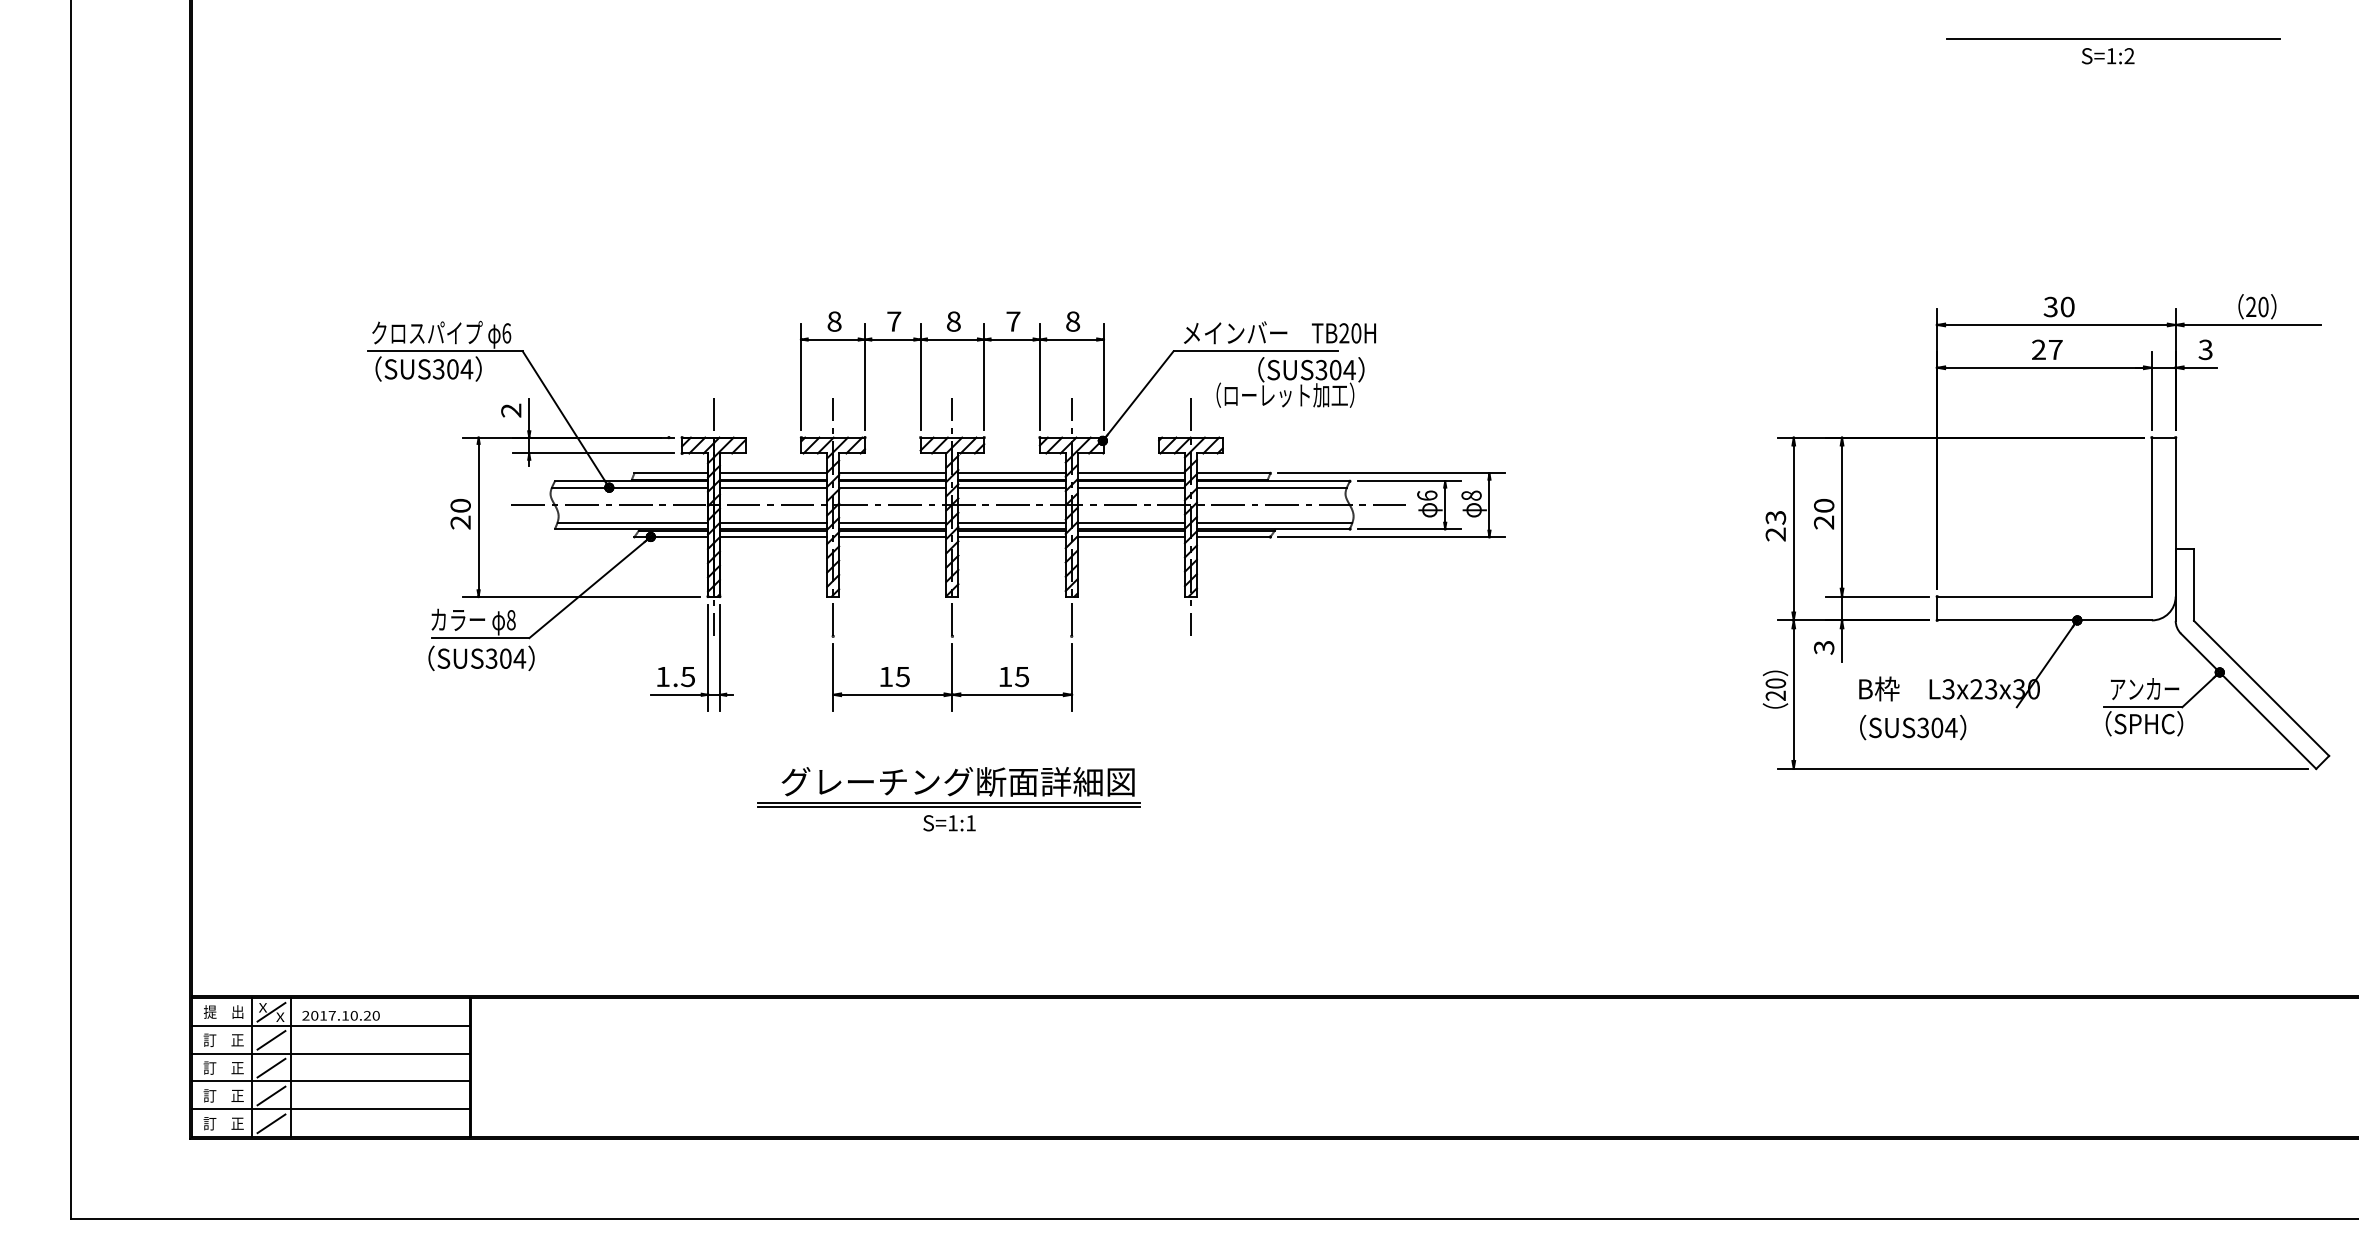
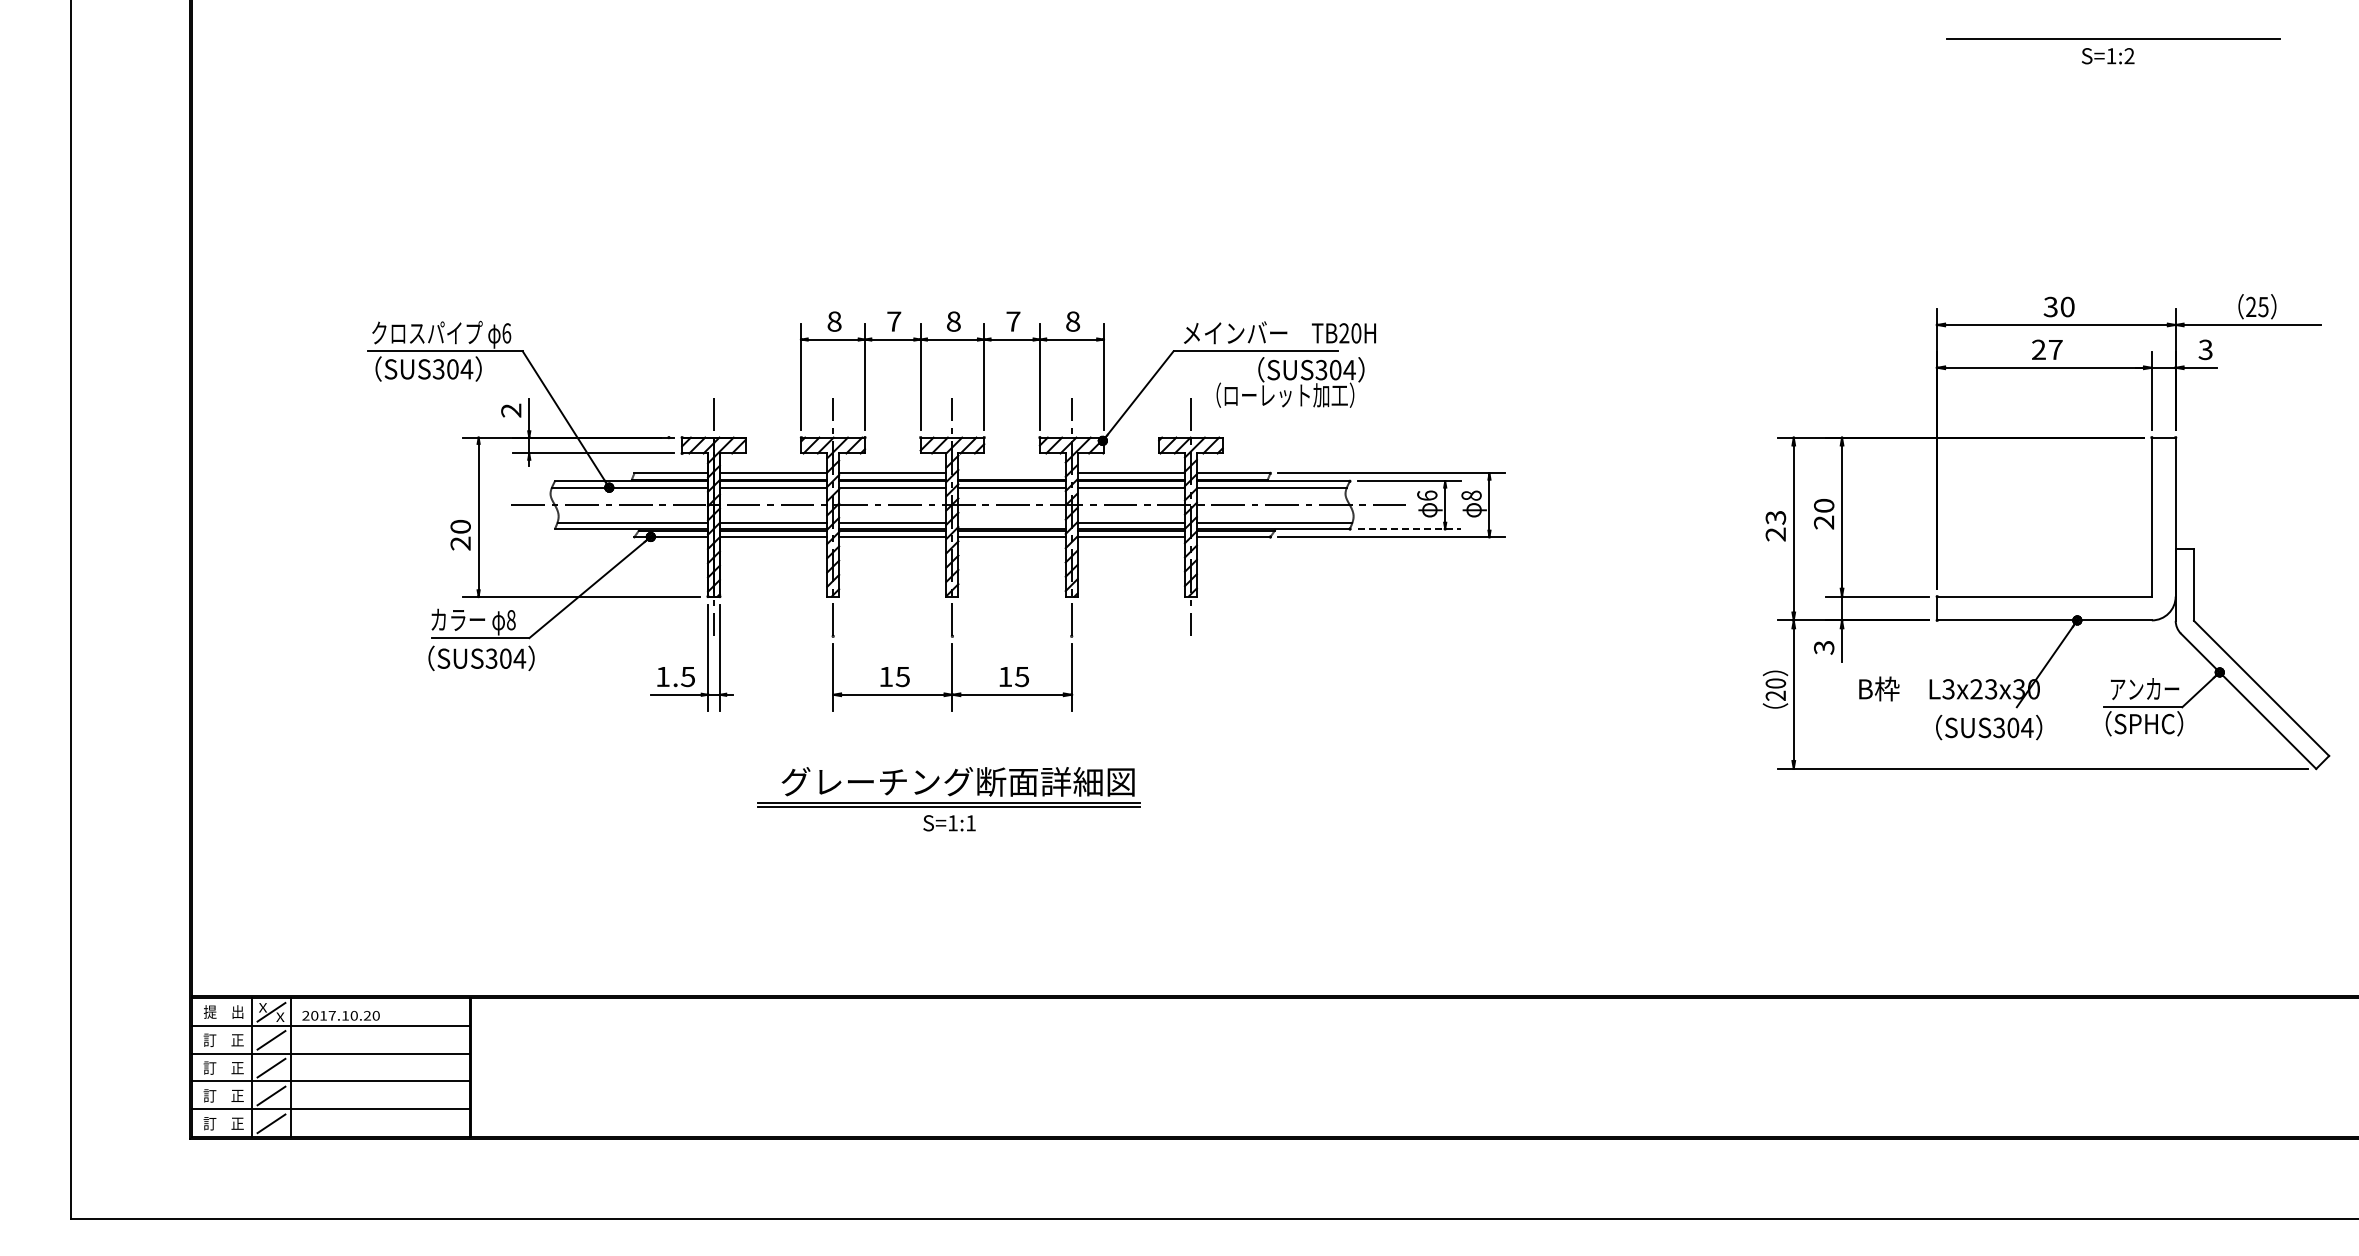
text at (2263, 306): 20 -> 25
line at (1011, 473): present -> none
text at (460, 514) position: (460, 514) -> (460, 535)
line at (1011, 522): present -> none
line at (1409, 529): solid -> dashed
text at (1913, 727) position: (1913, 727) -> (1989, 727)
